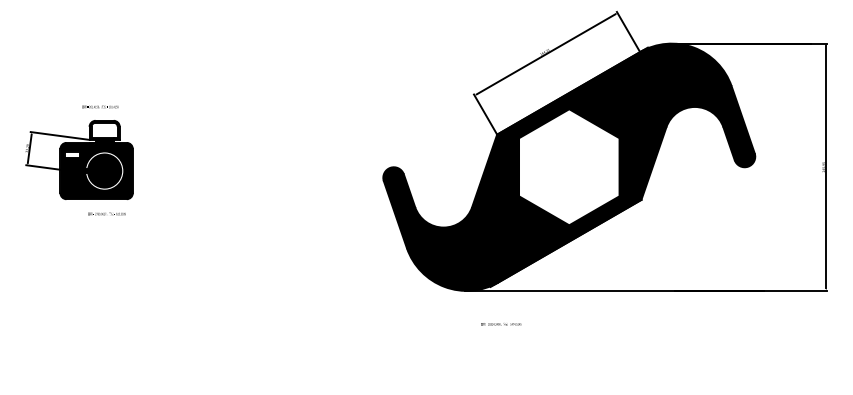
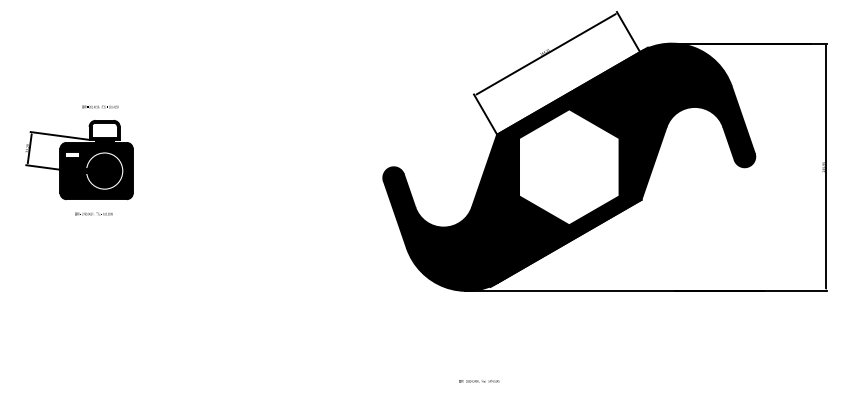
text at (106, 213) position: (106, 213) -> (93, 213)
text at (501, 324) position: (501, 324) -> (479, 381)
